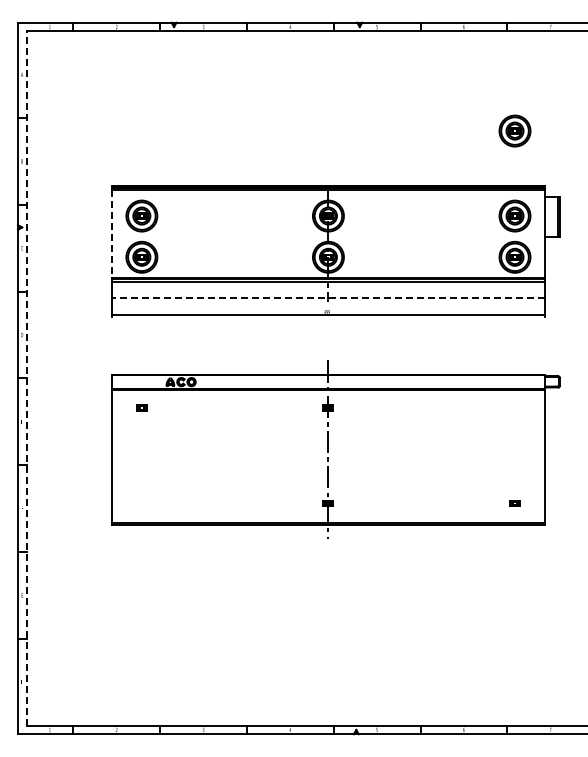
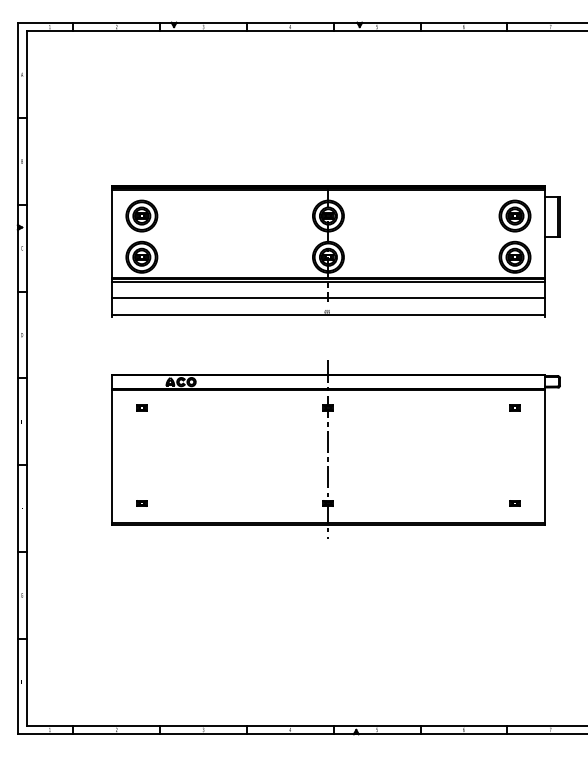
part at (514, 130): present -> none
line at (111, 234): dashed -> solid
line at (328, 298): dashed -> solid
line at (26, 378): dashed -> solid
part at (514, 407): none -> present
part at (141, 503): none -> present
